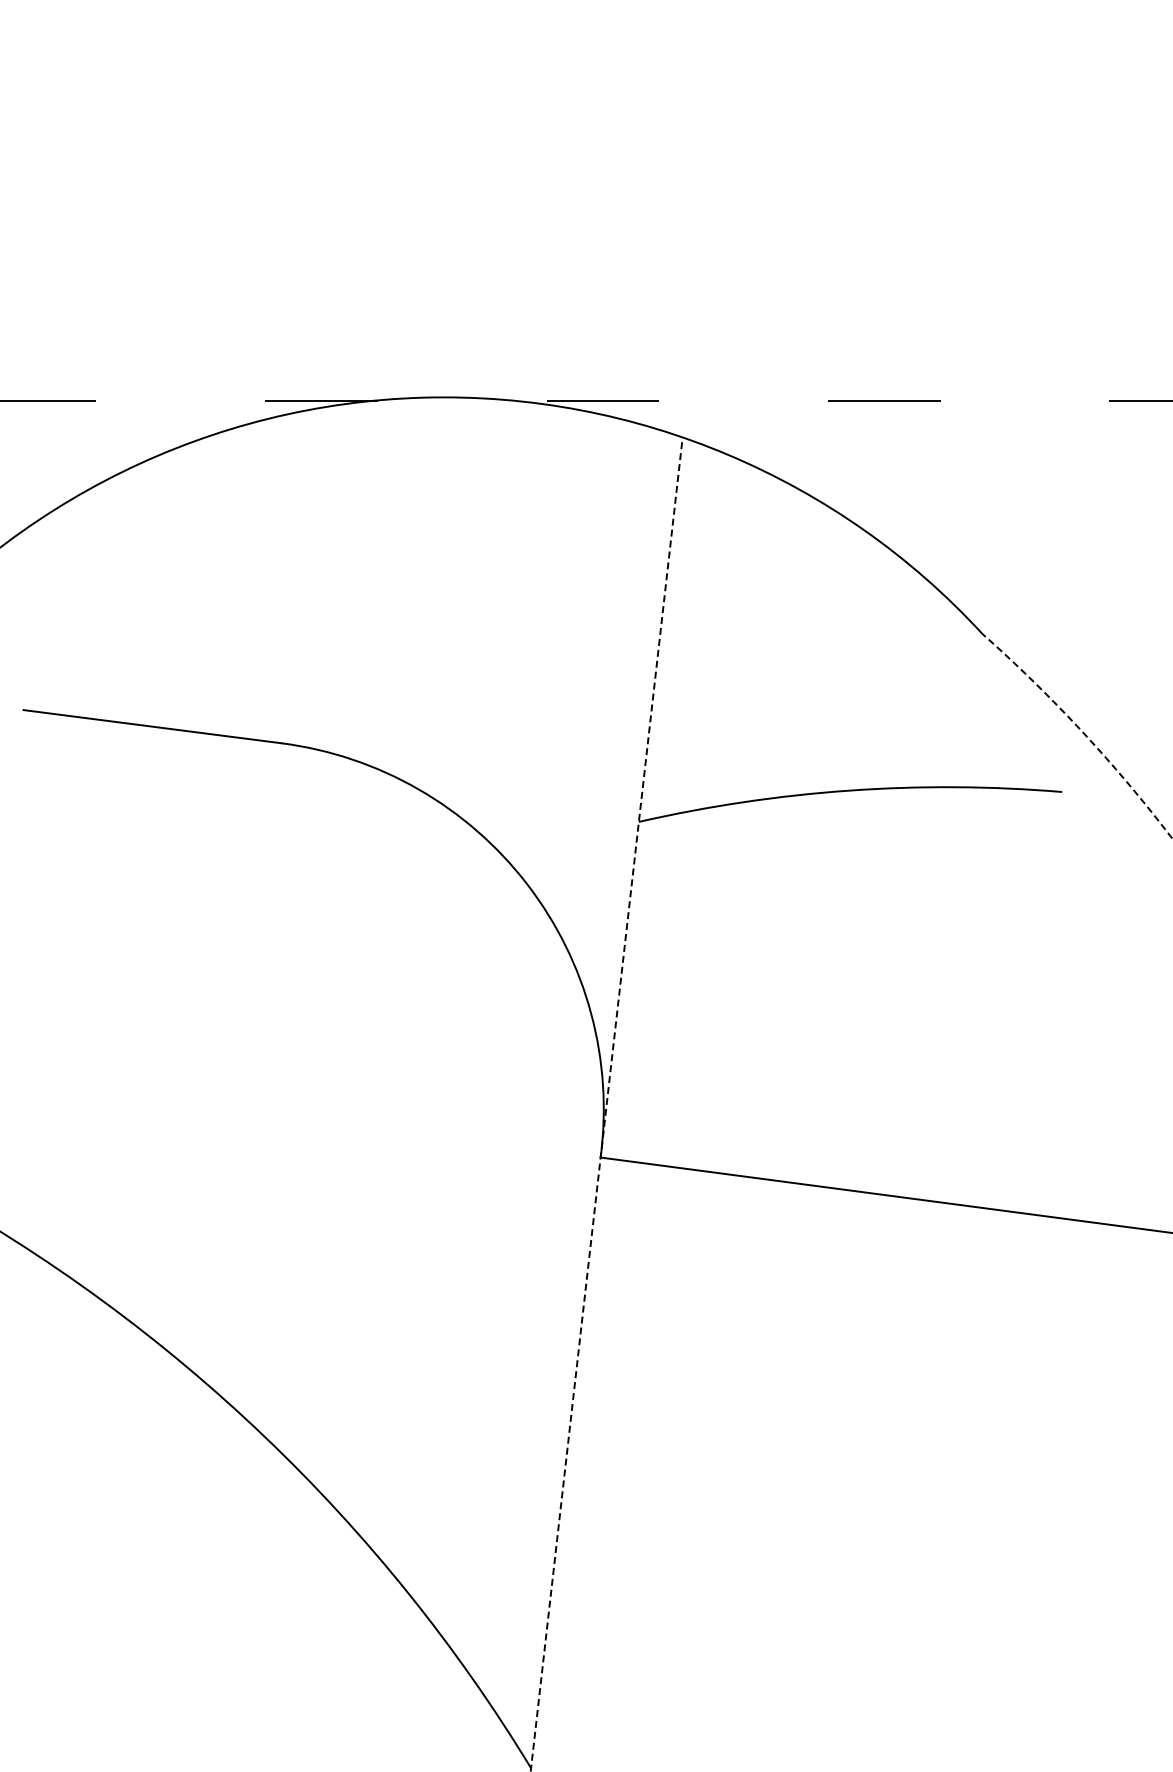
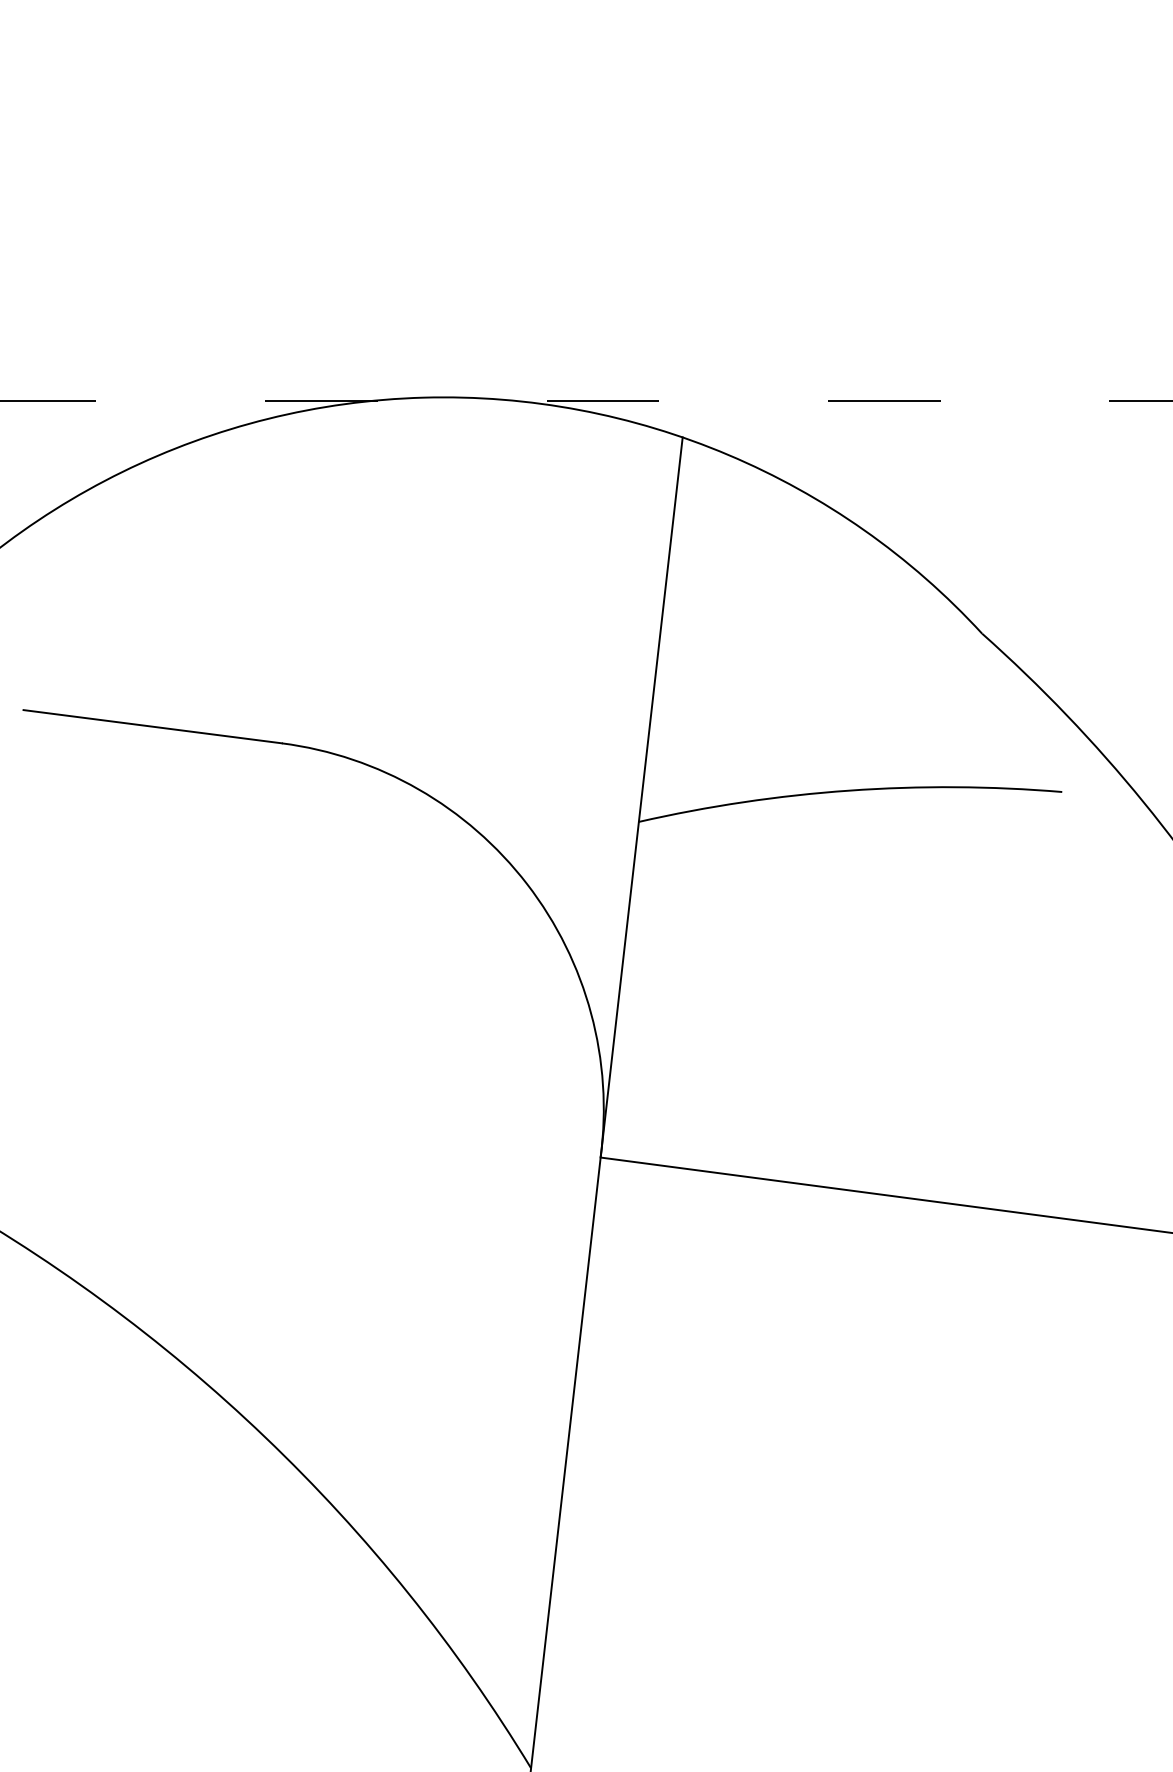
arc at (1082, 731): dashed -> solid
line at (606, 1104): dashed -> solid
